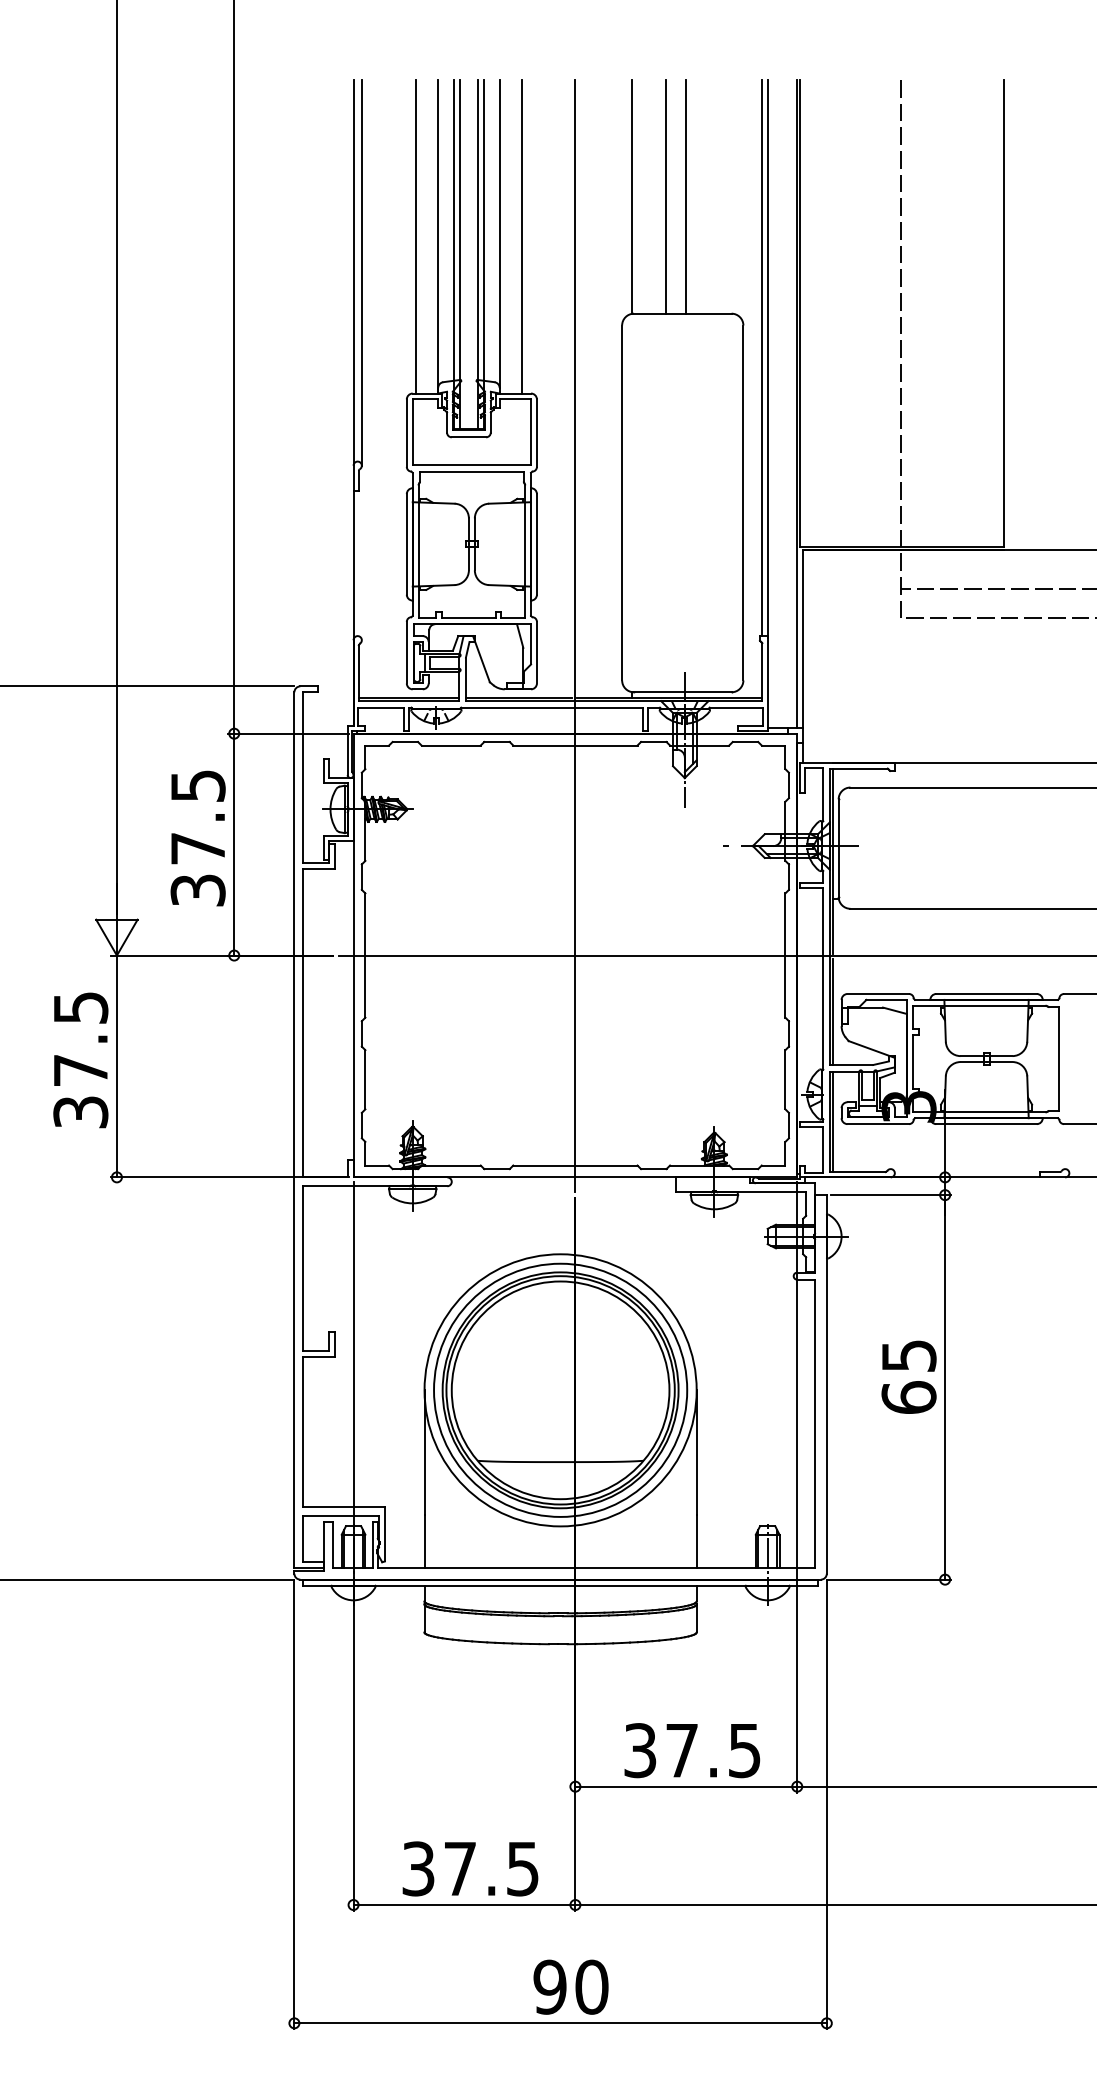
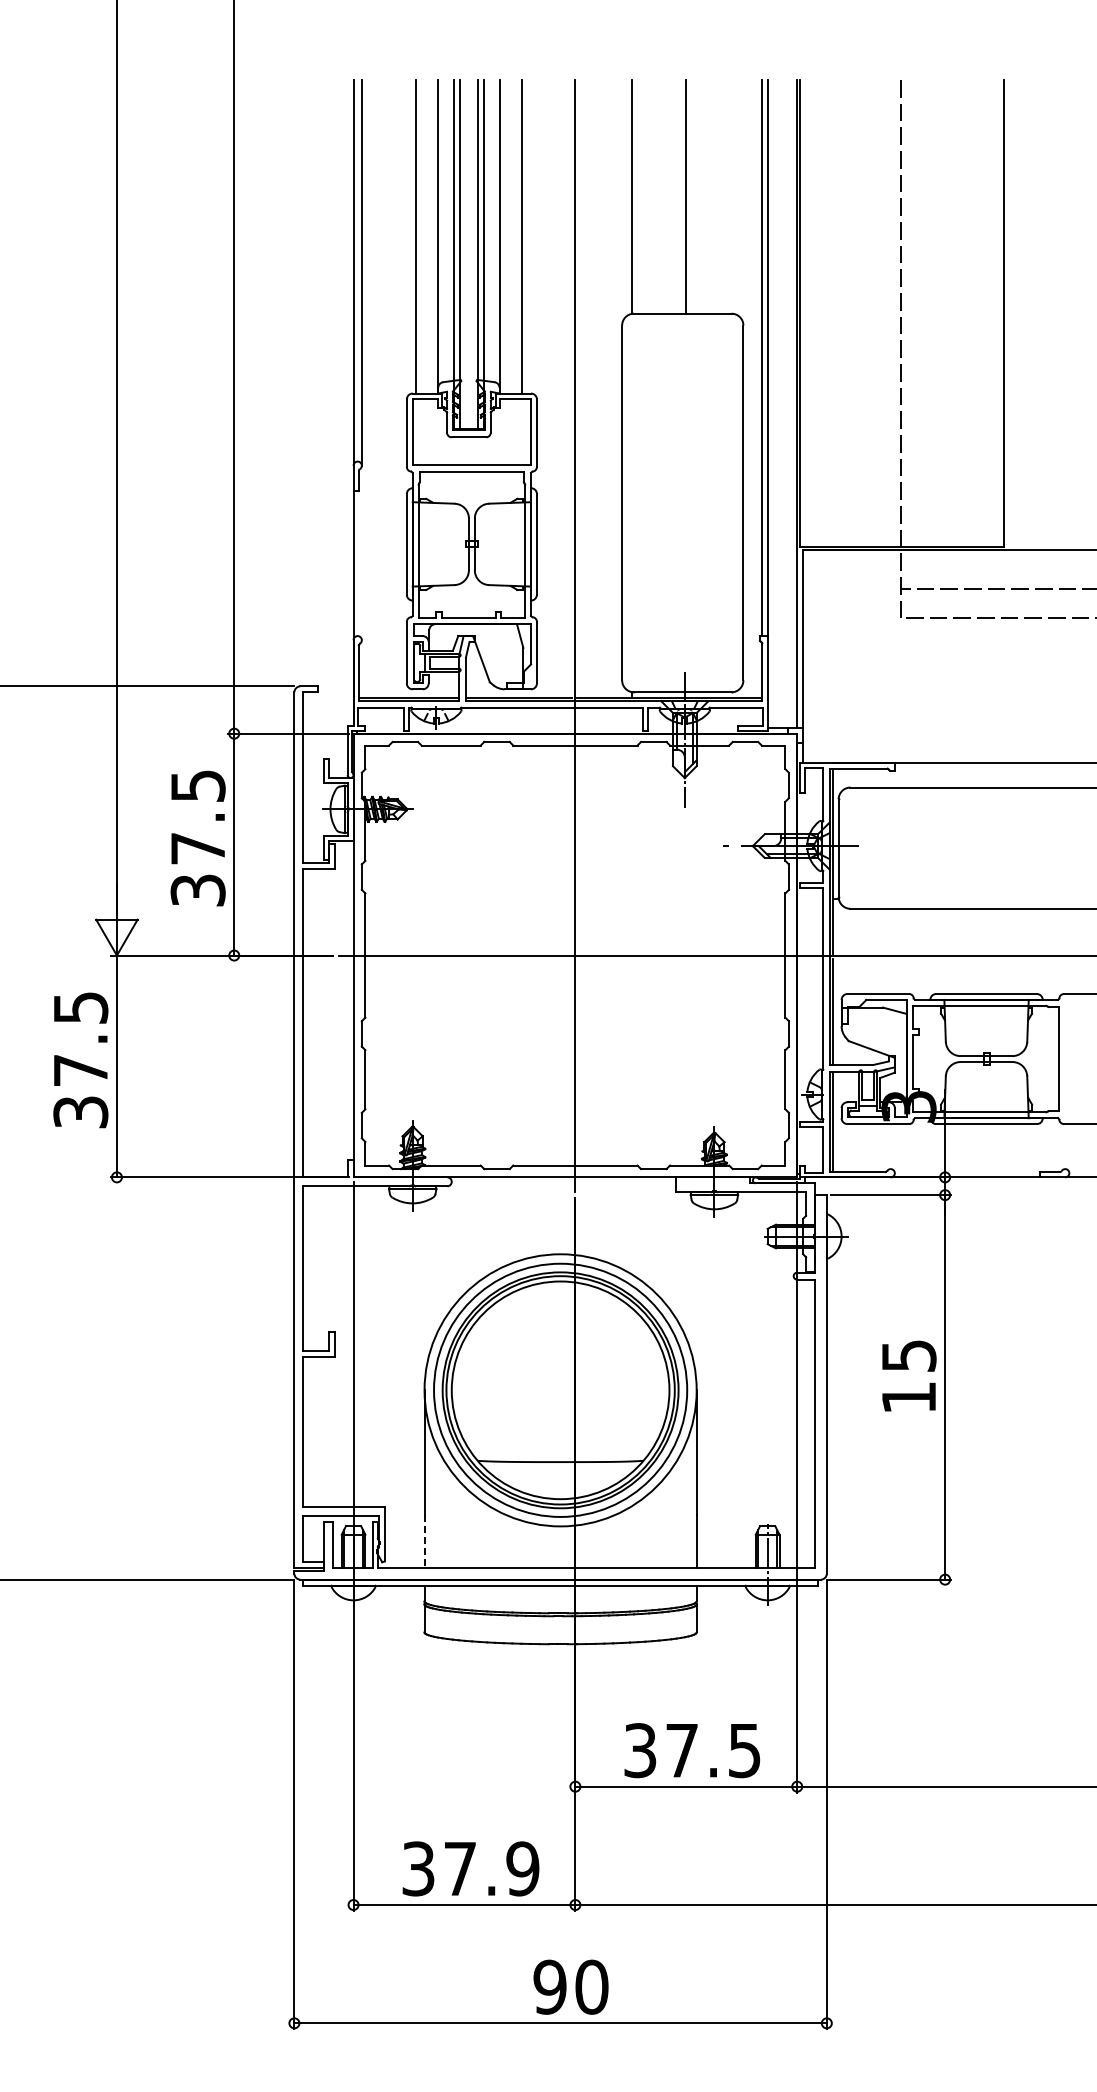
line at (665, 196): present -> none
text at (908, 1397): 65 -> 15
line at (424, 1541): solid -> dashed
text at (522, 1868): 37.5 -> 37.9
